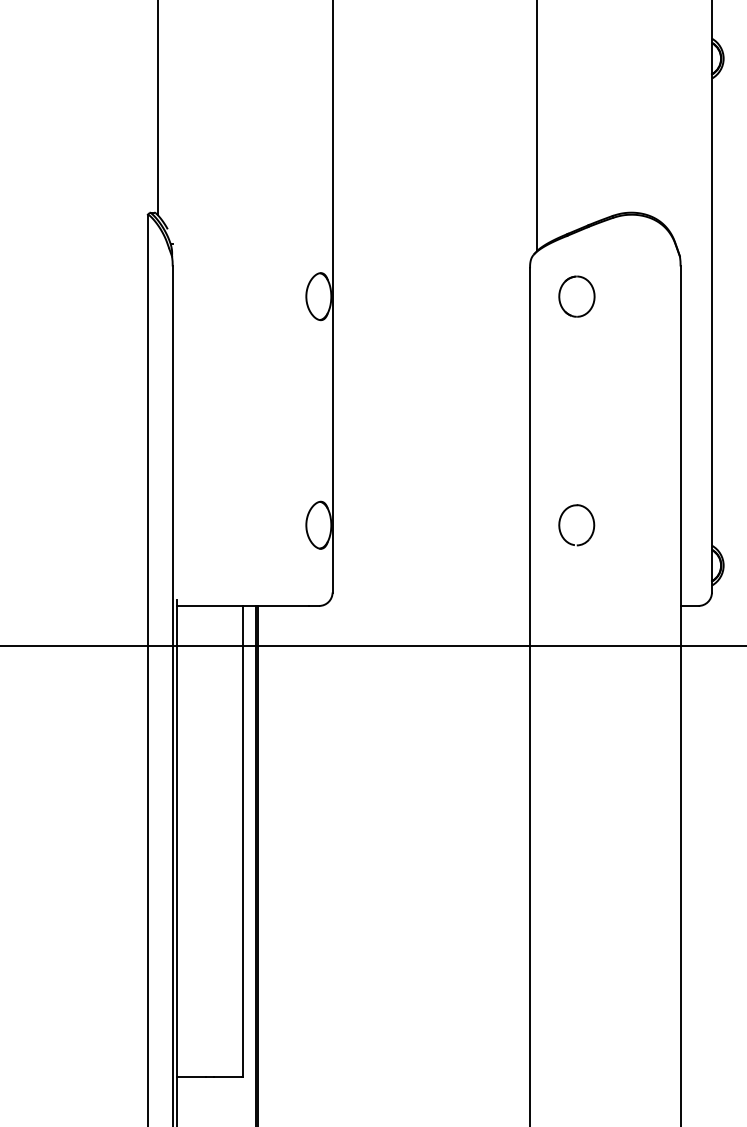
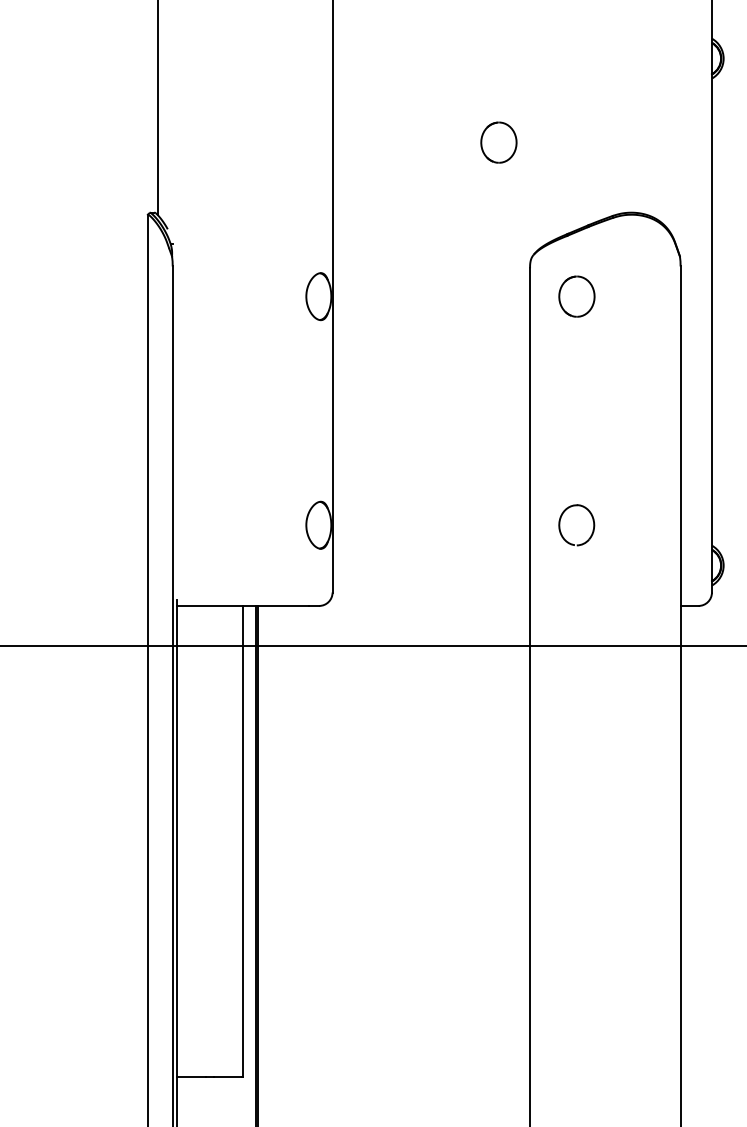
line at (537, 126): present -> none
part at (498, 142): none -> present
